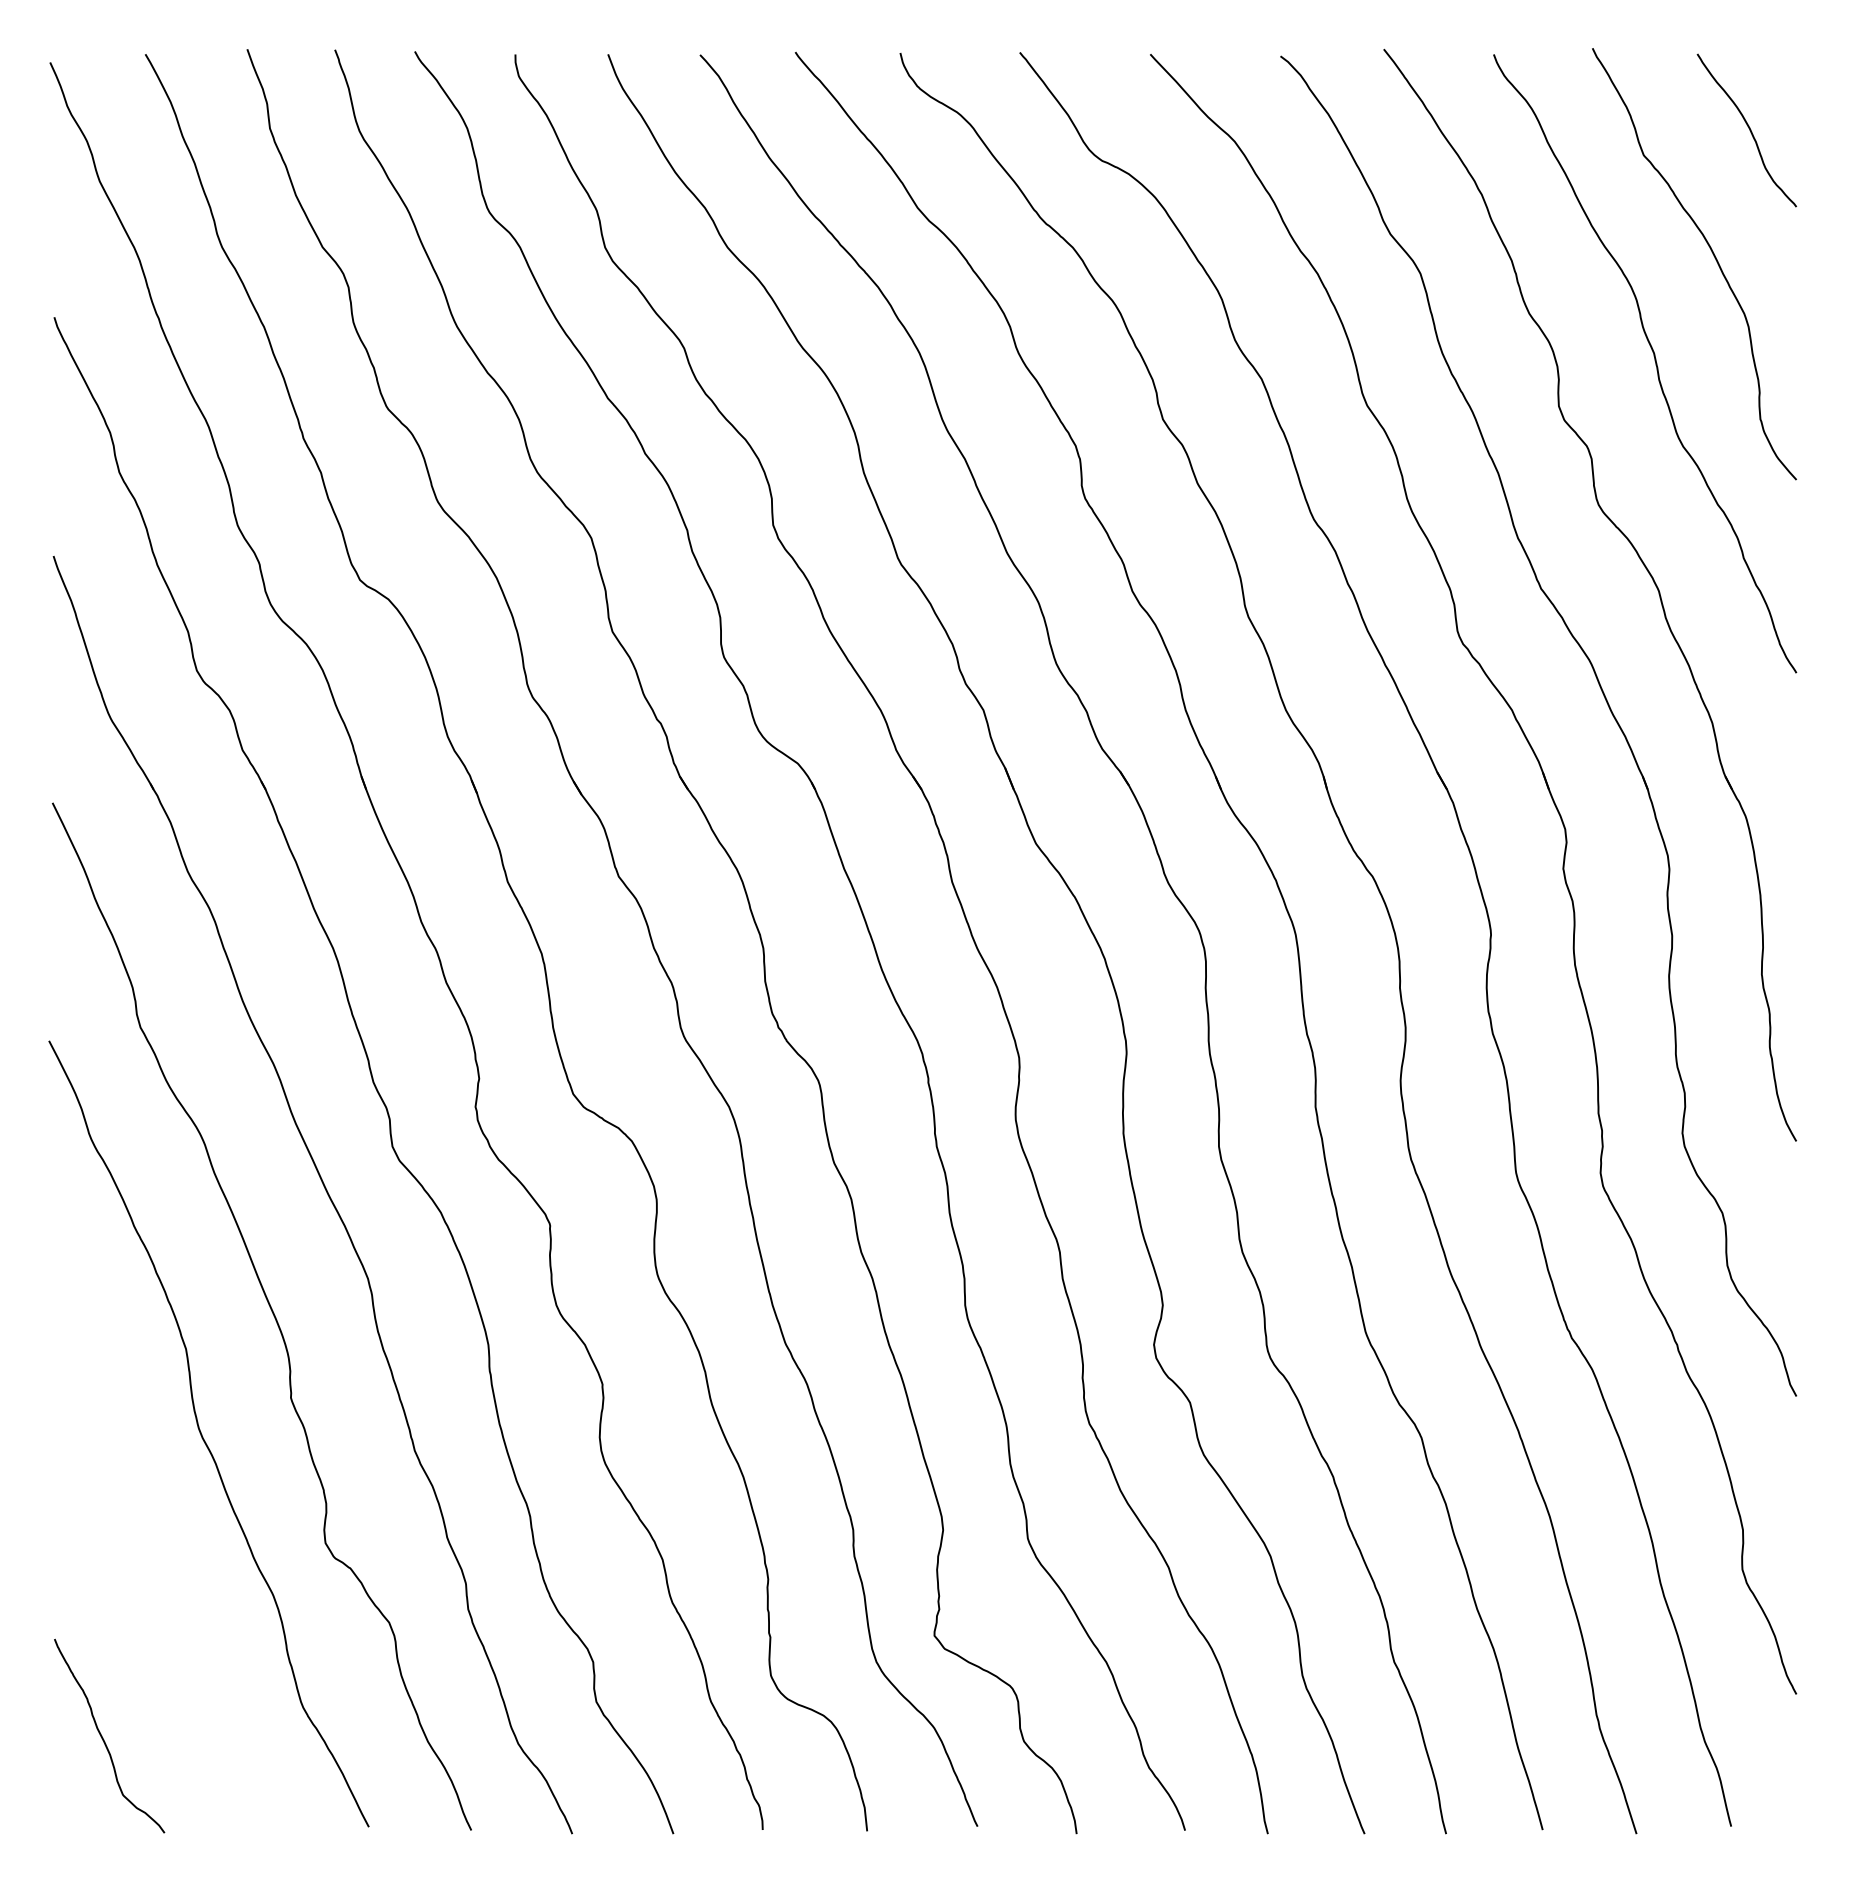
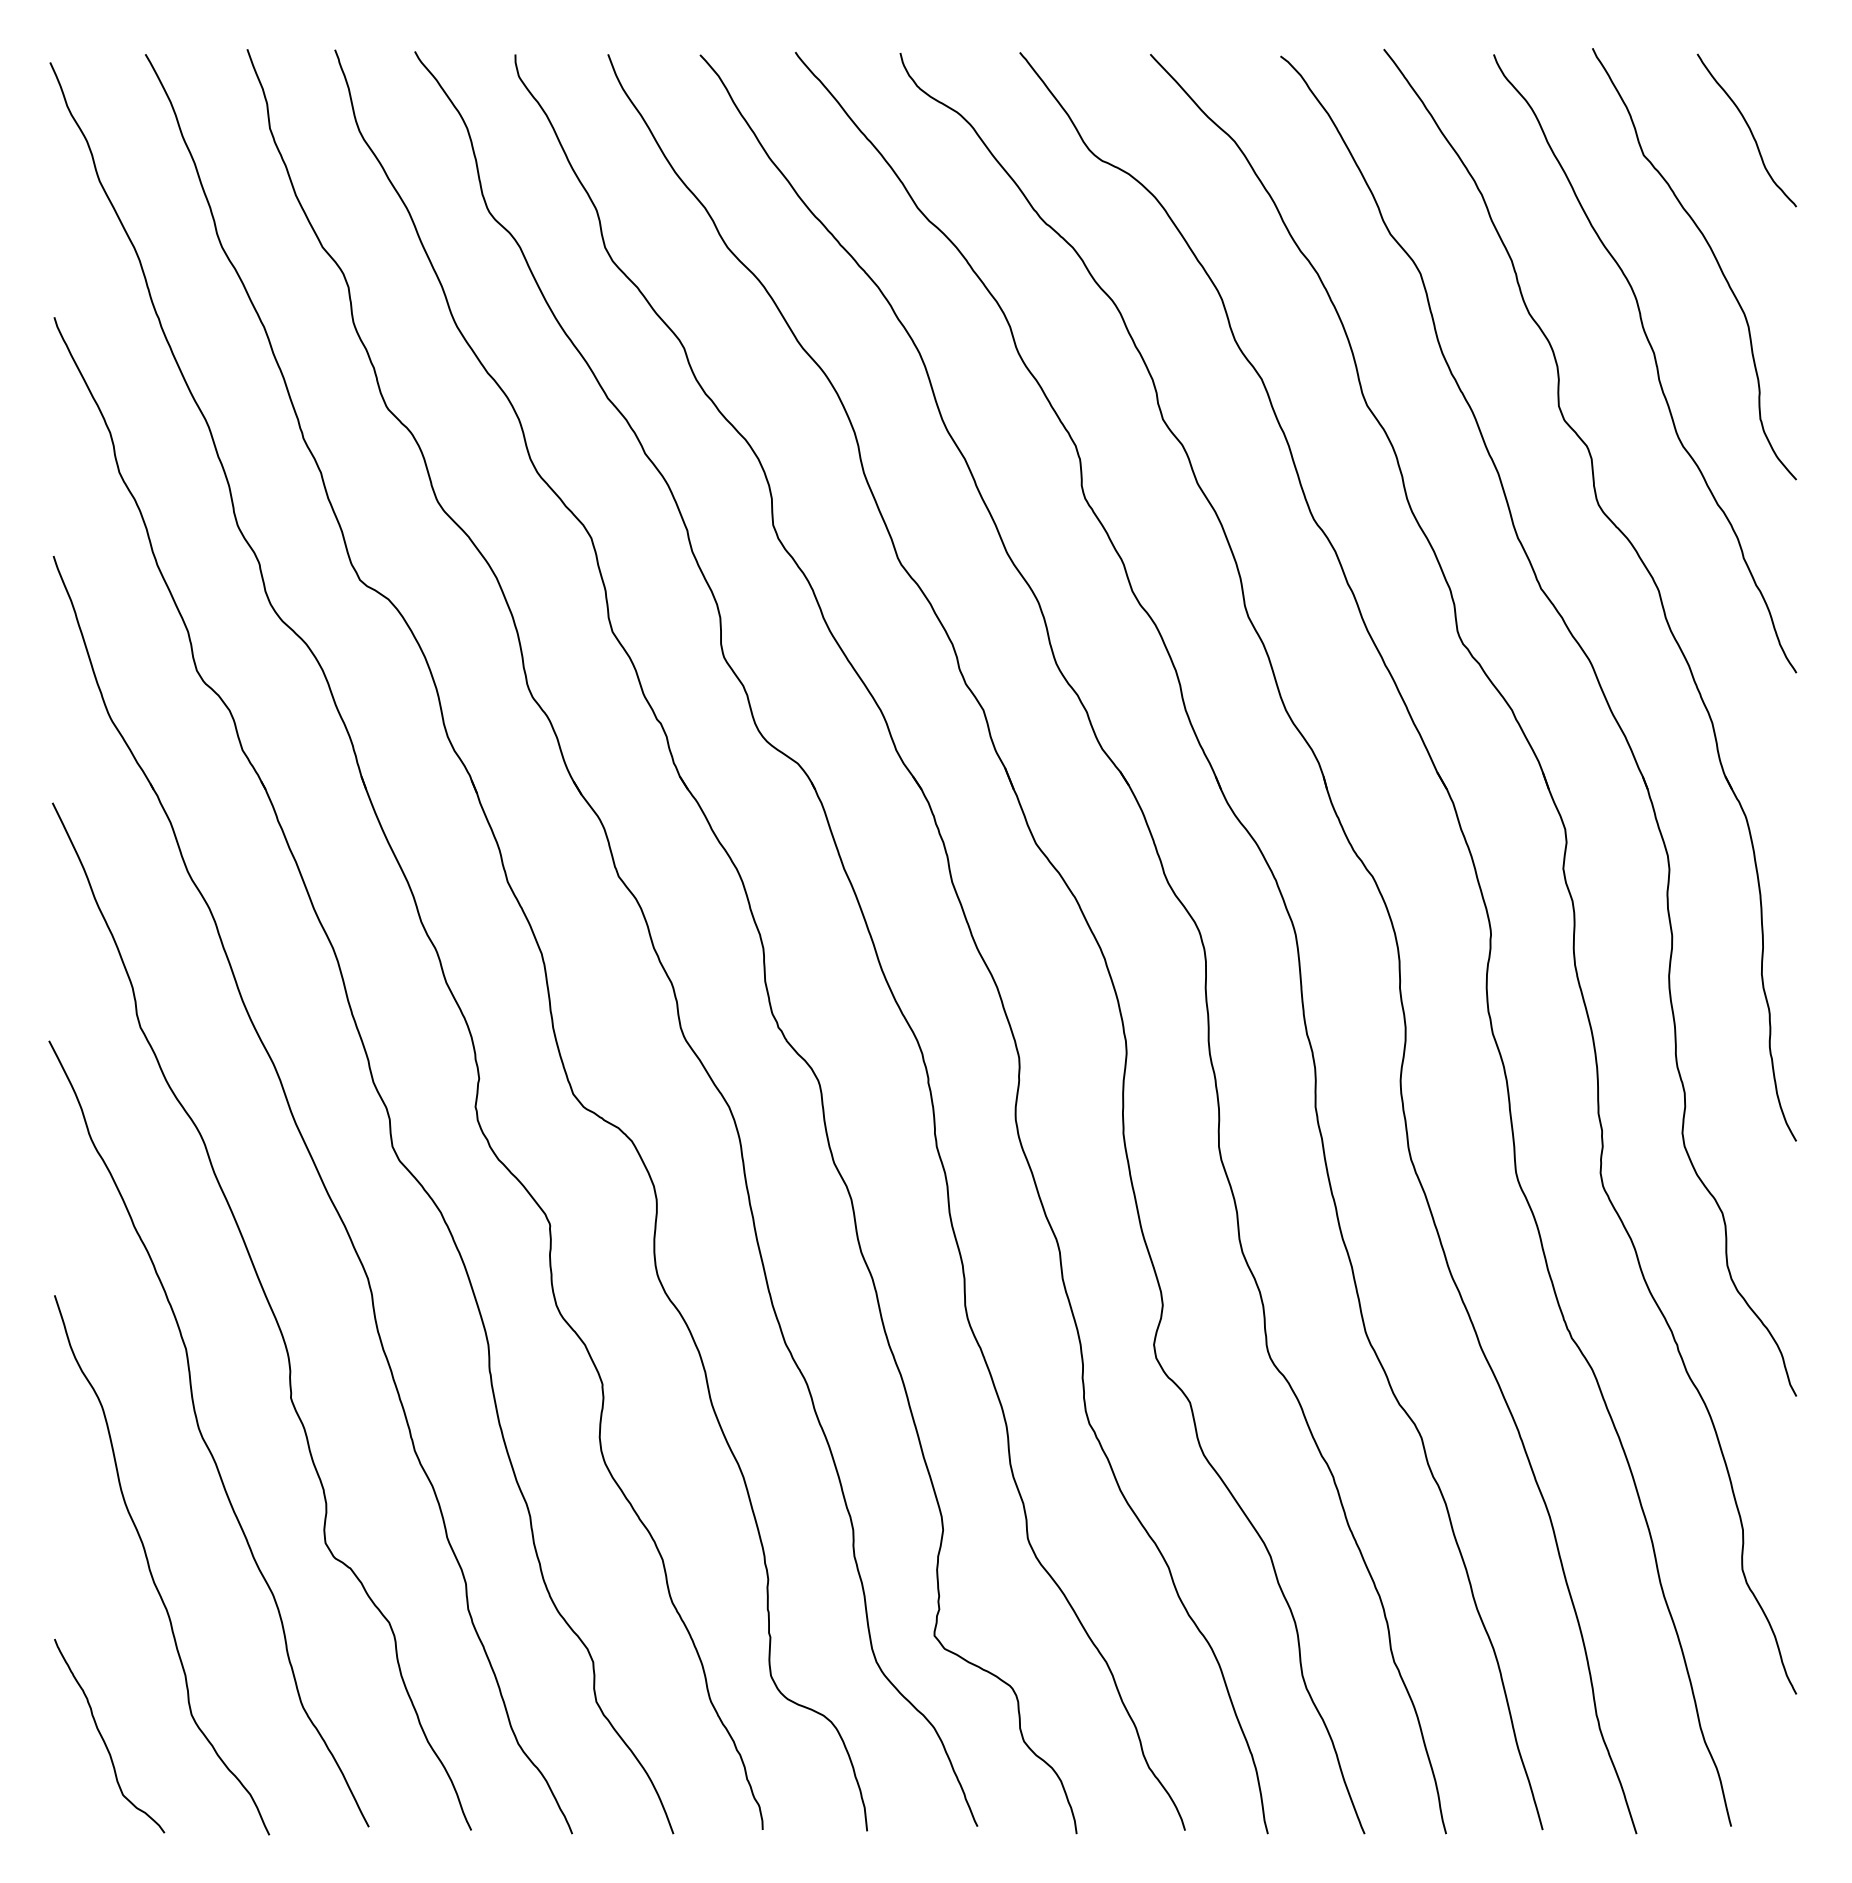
curve at (150, 1567): none -> present
